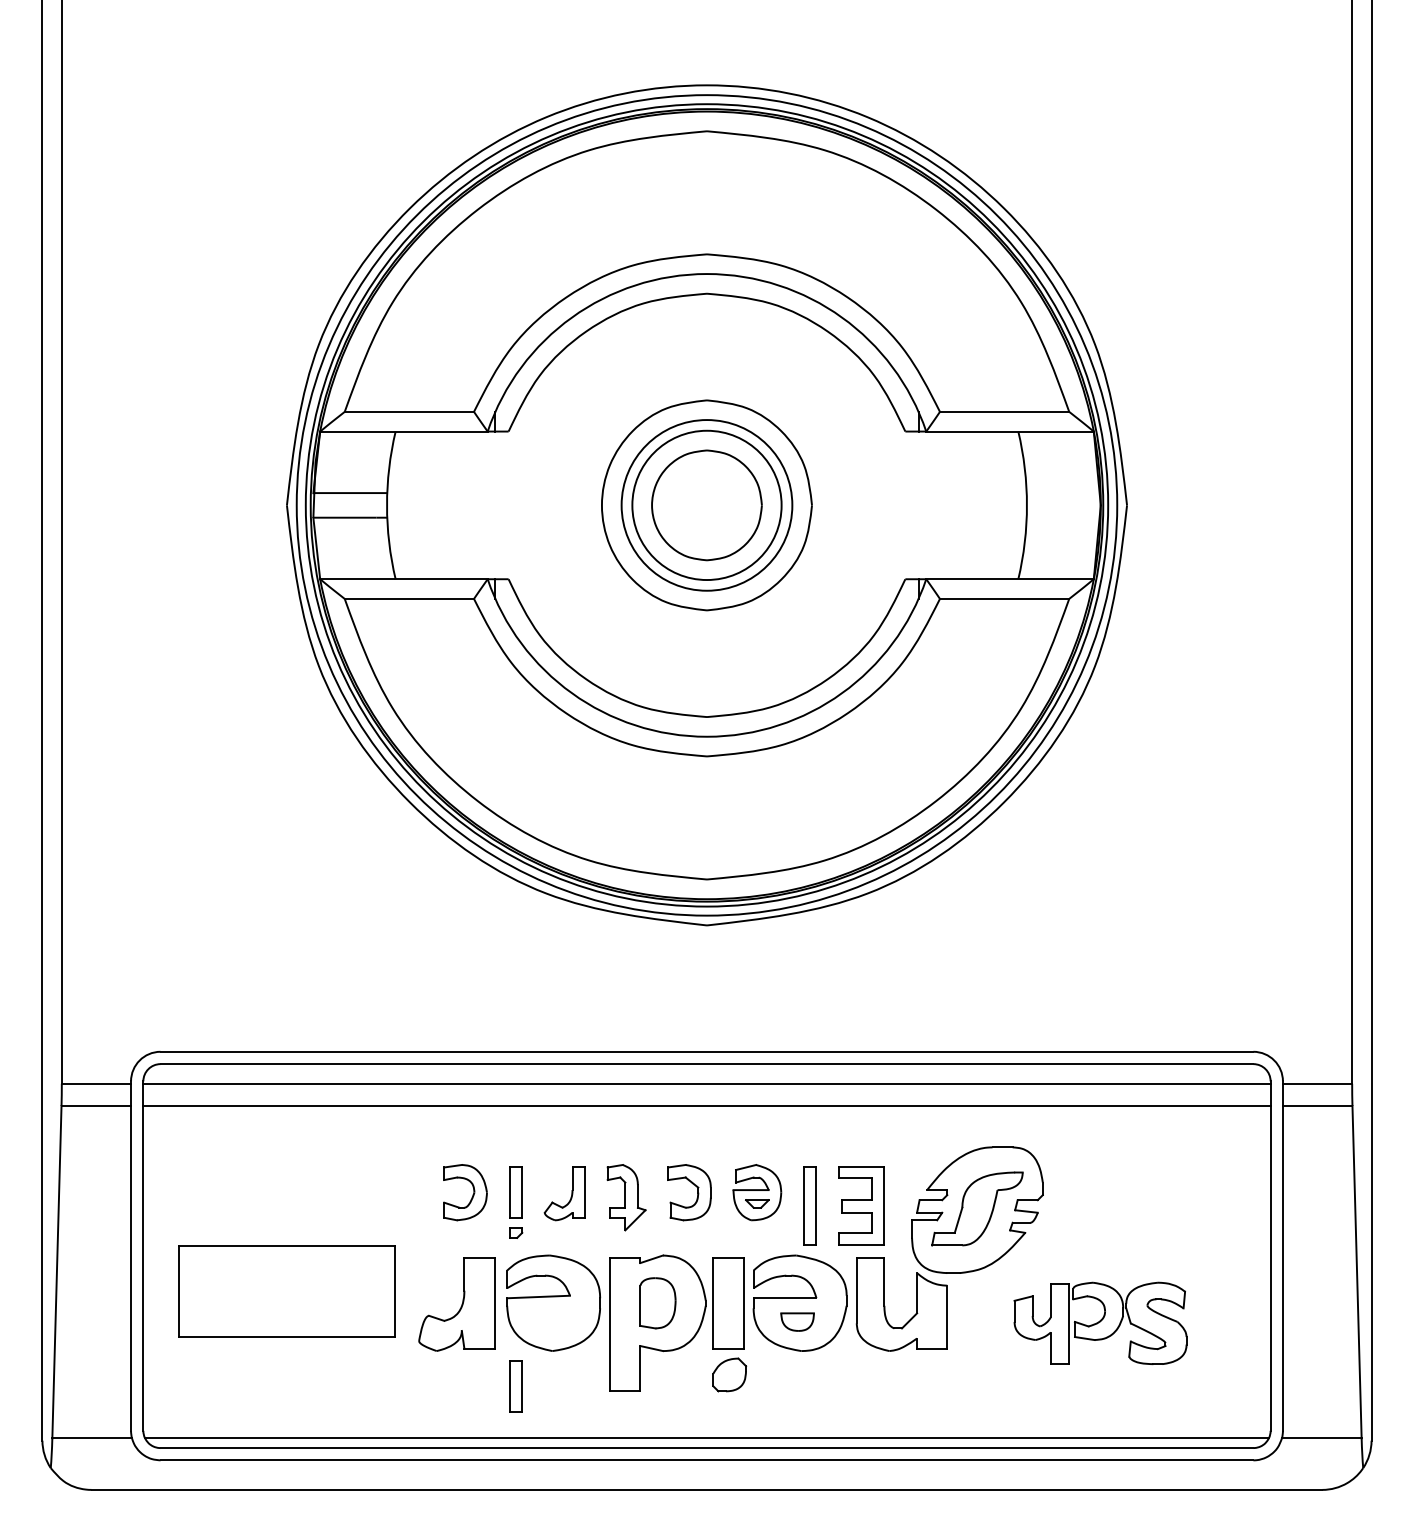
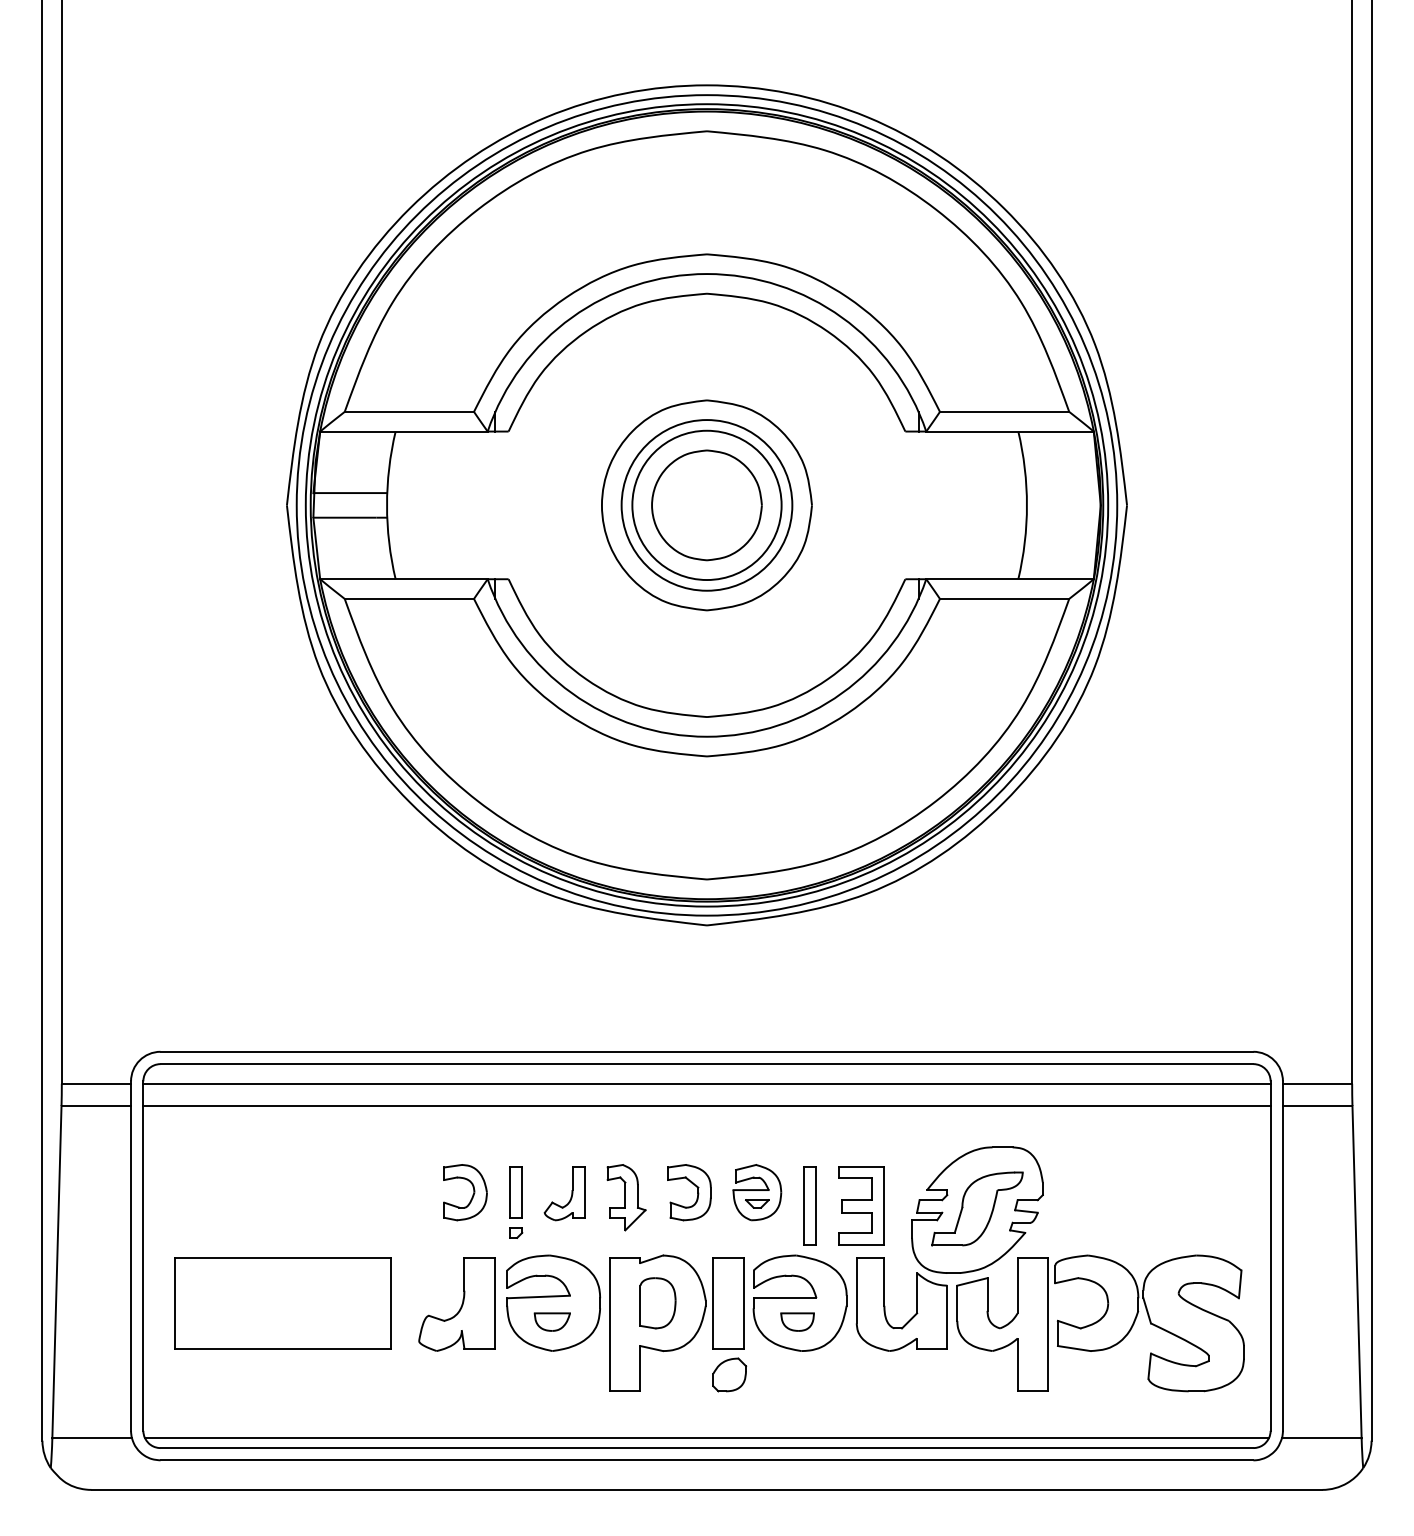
part at (286, 1291) position: (286, 1291) -> (282, 1303)
part at (551, 1321): none -> present
part at (1100, 1322) size: 175x84 px -> 289x139 px
part at (515, 1386): present -> none
